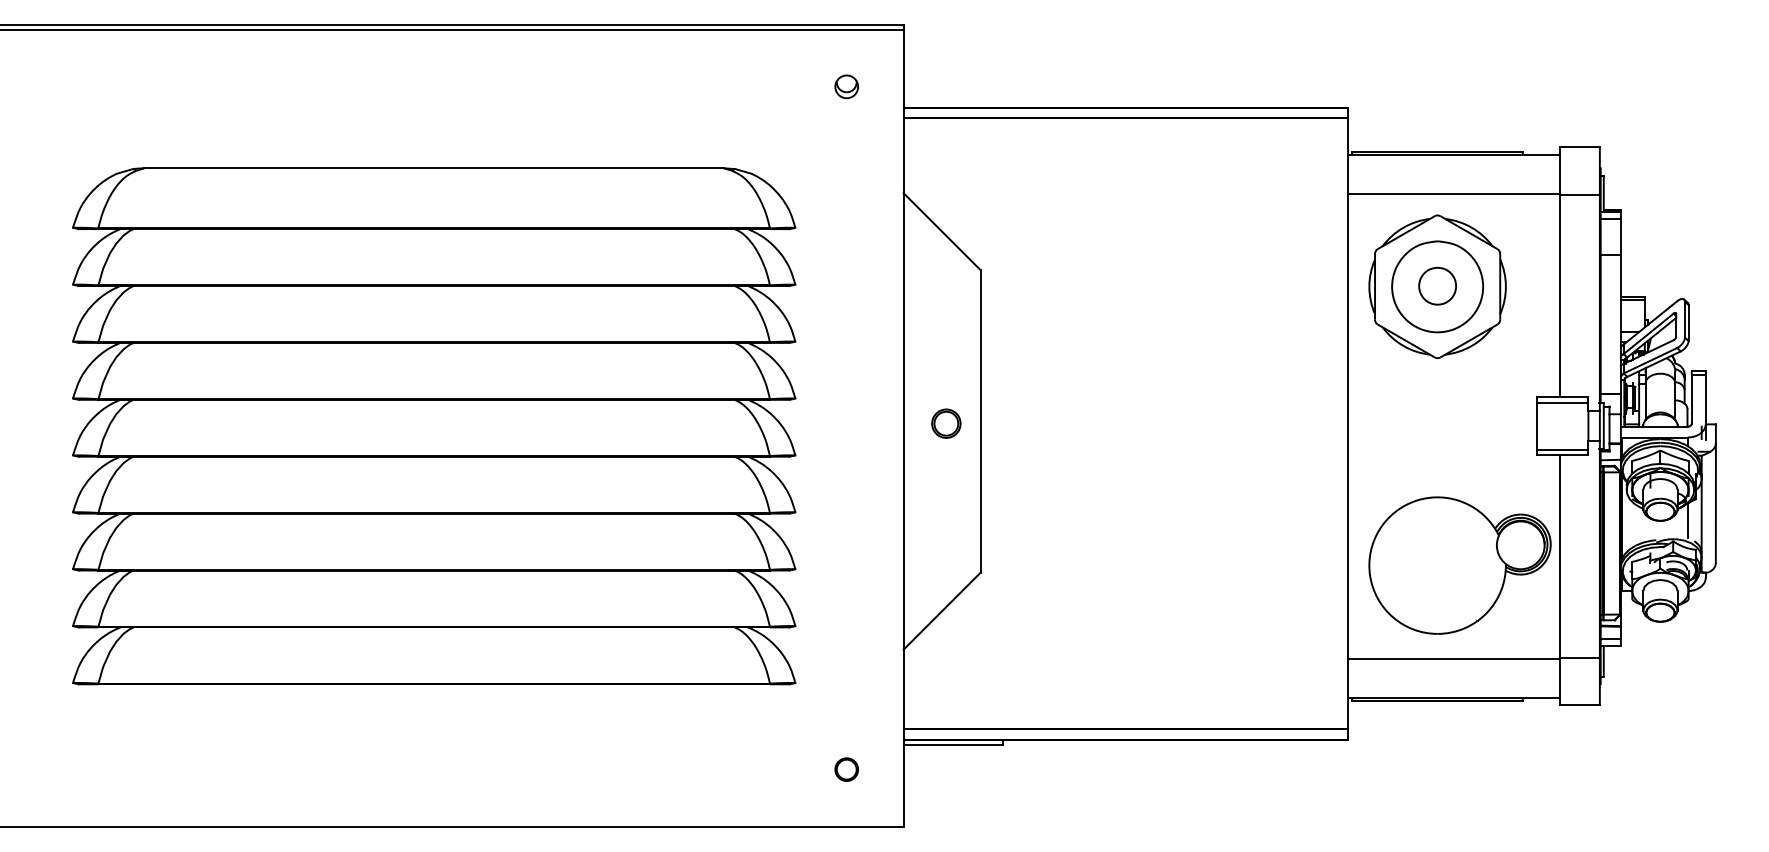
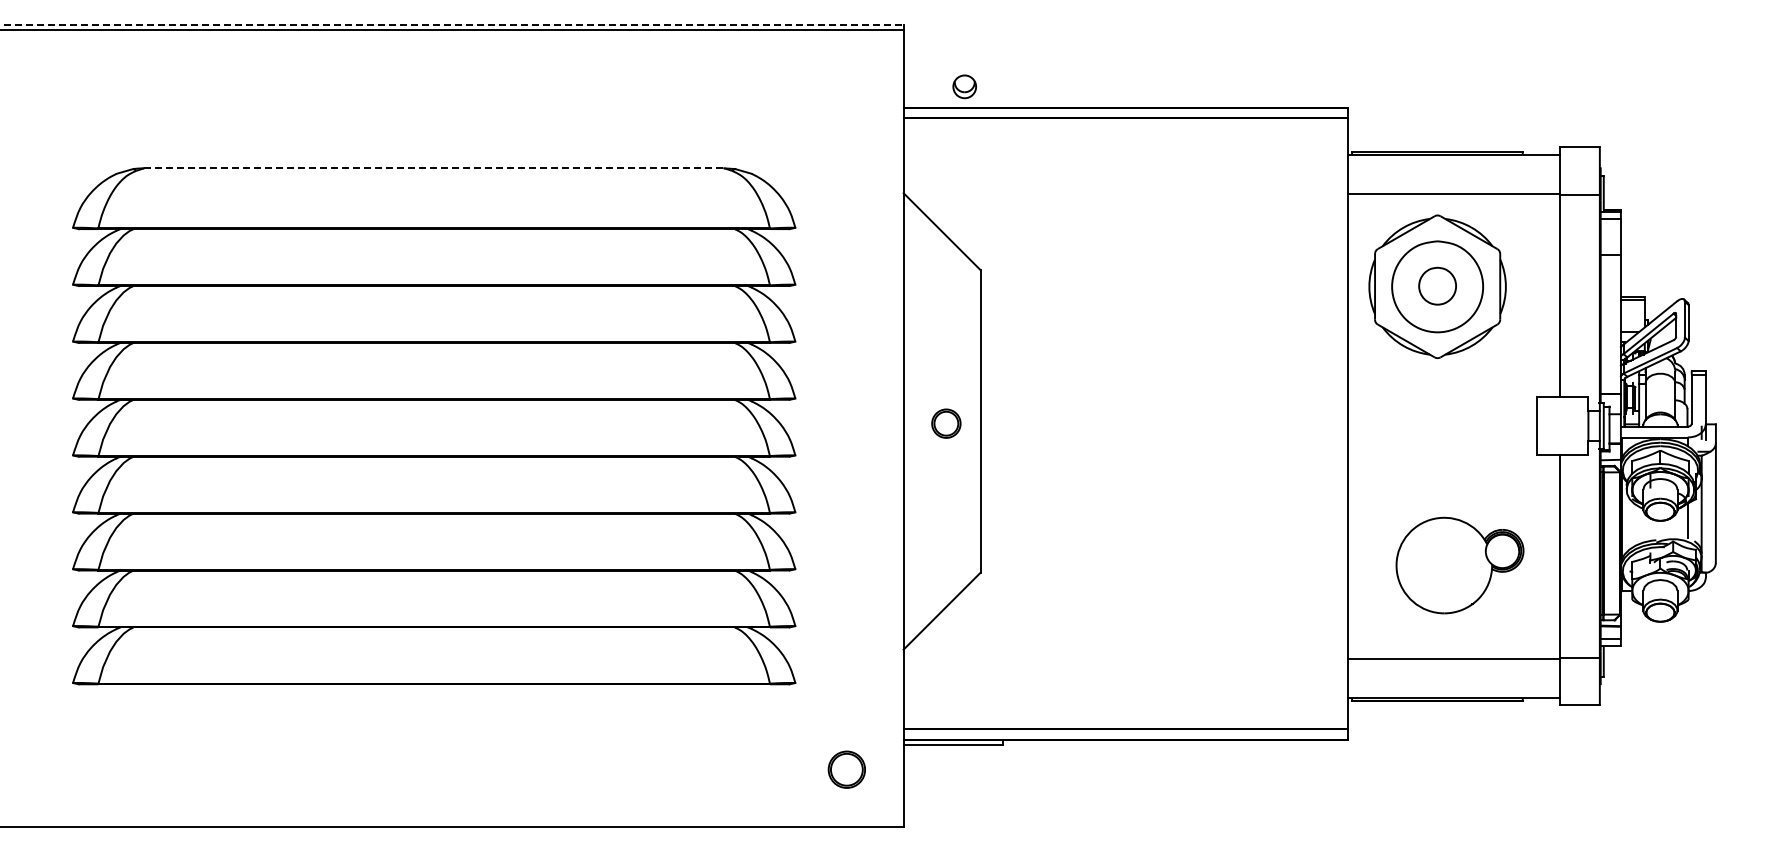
line at (452, 25): solid -> dashed
part at (846, 86) position: (846, 86) -> (964, 86)
line at (434, 168): solid -> dashed
line at (1562, 402): present -> none
line at (1562, 449): present -> none
part at (1459, 565) size: 184x139 px -> 130x99 px
circle at (846, 769) size: 25x25 px -> 39x39 px
